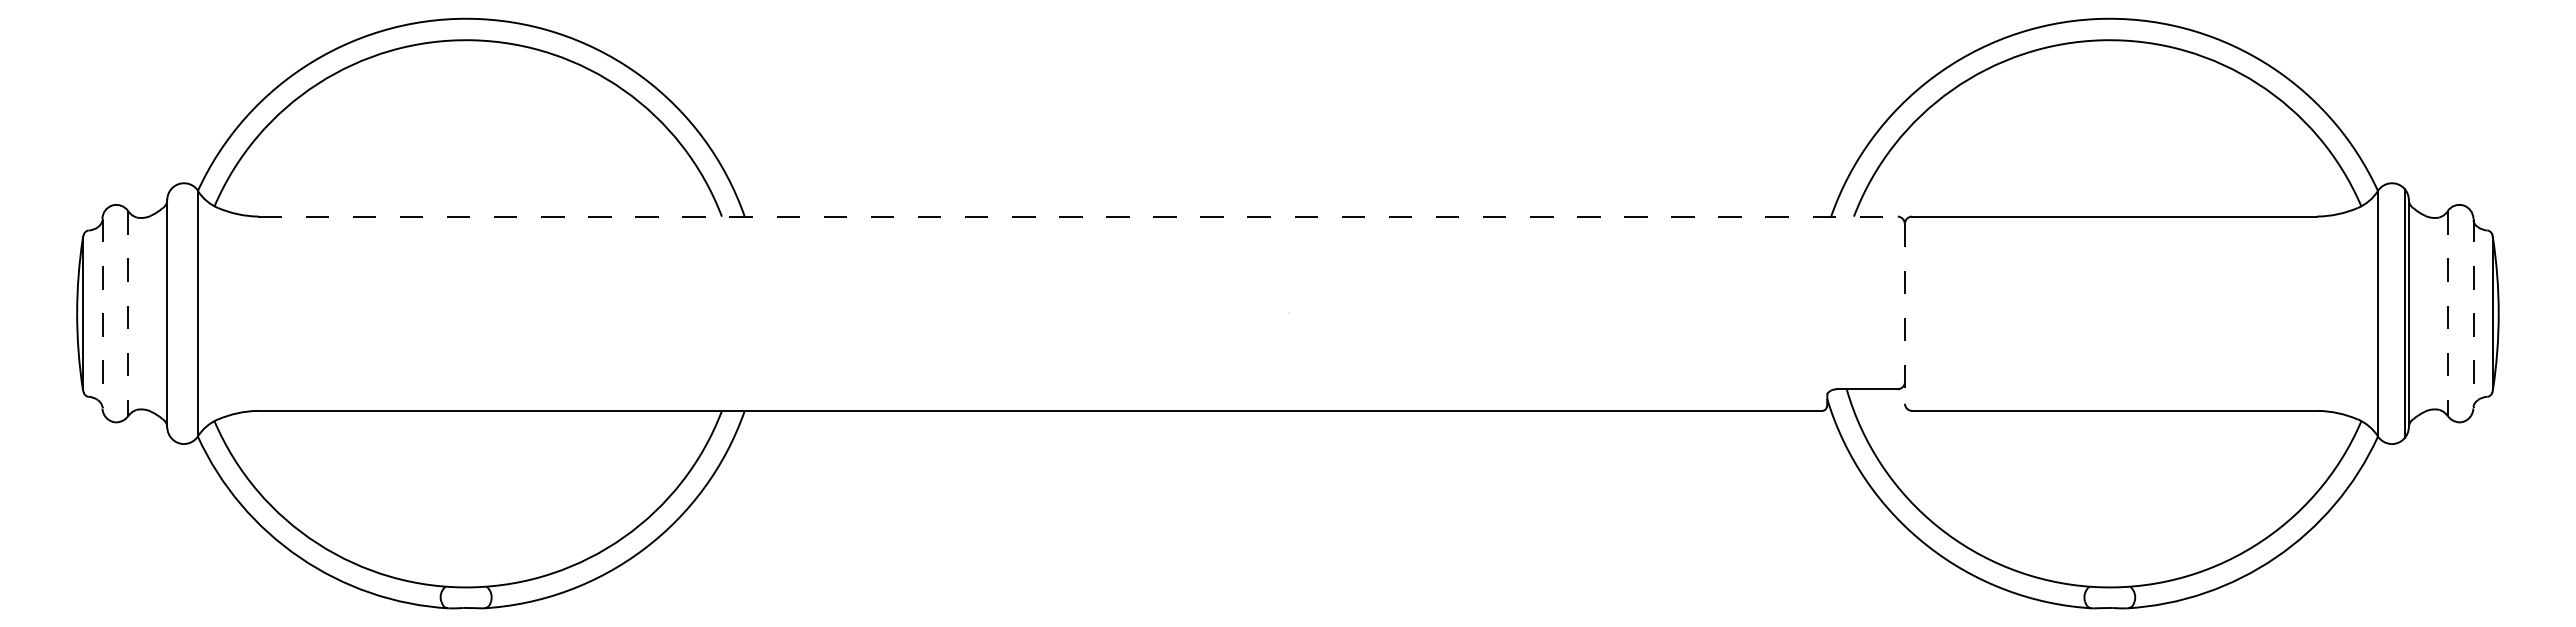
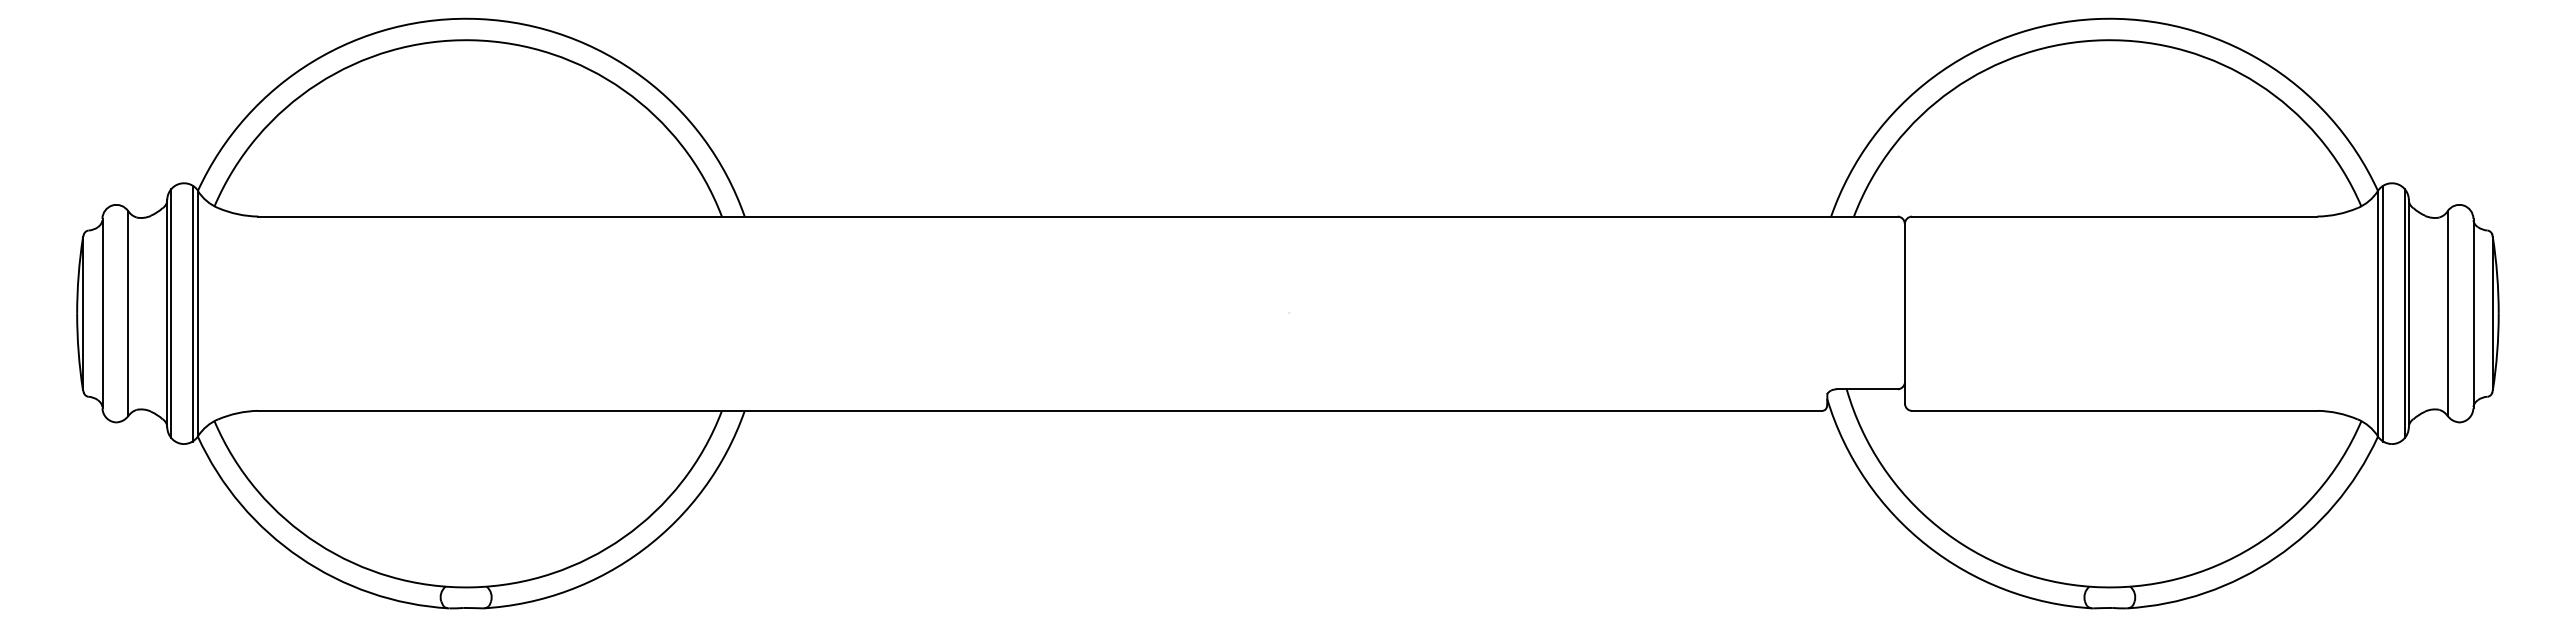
line at (1078, 216): dashed -> solid
line at (102, 313): dashed -> solid
line at (171, 313): none -> present
line at (192, 313): none -> present
line at (2383, 313): none -> present
line at (2473, 313): dashed -> solid
line at (128, 314): dashed -> solid
line at (1904, 314): dashed -> solid
line at (2447, 314): dashed -> solid
